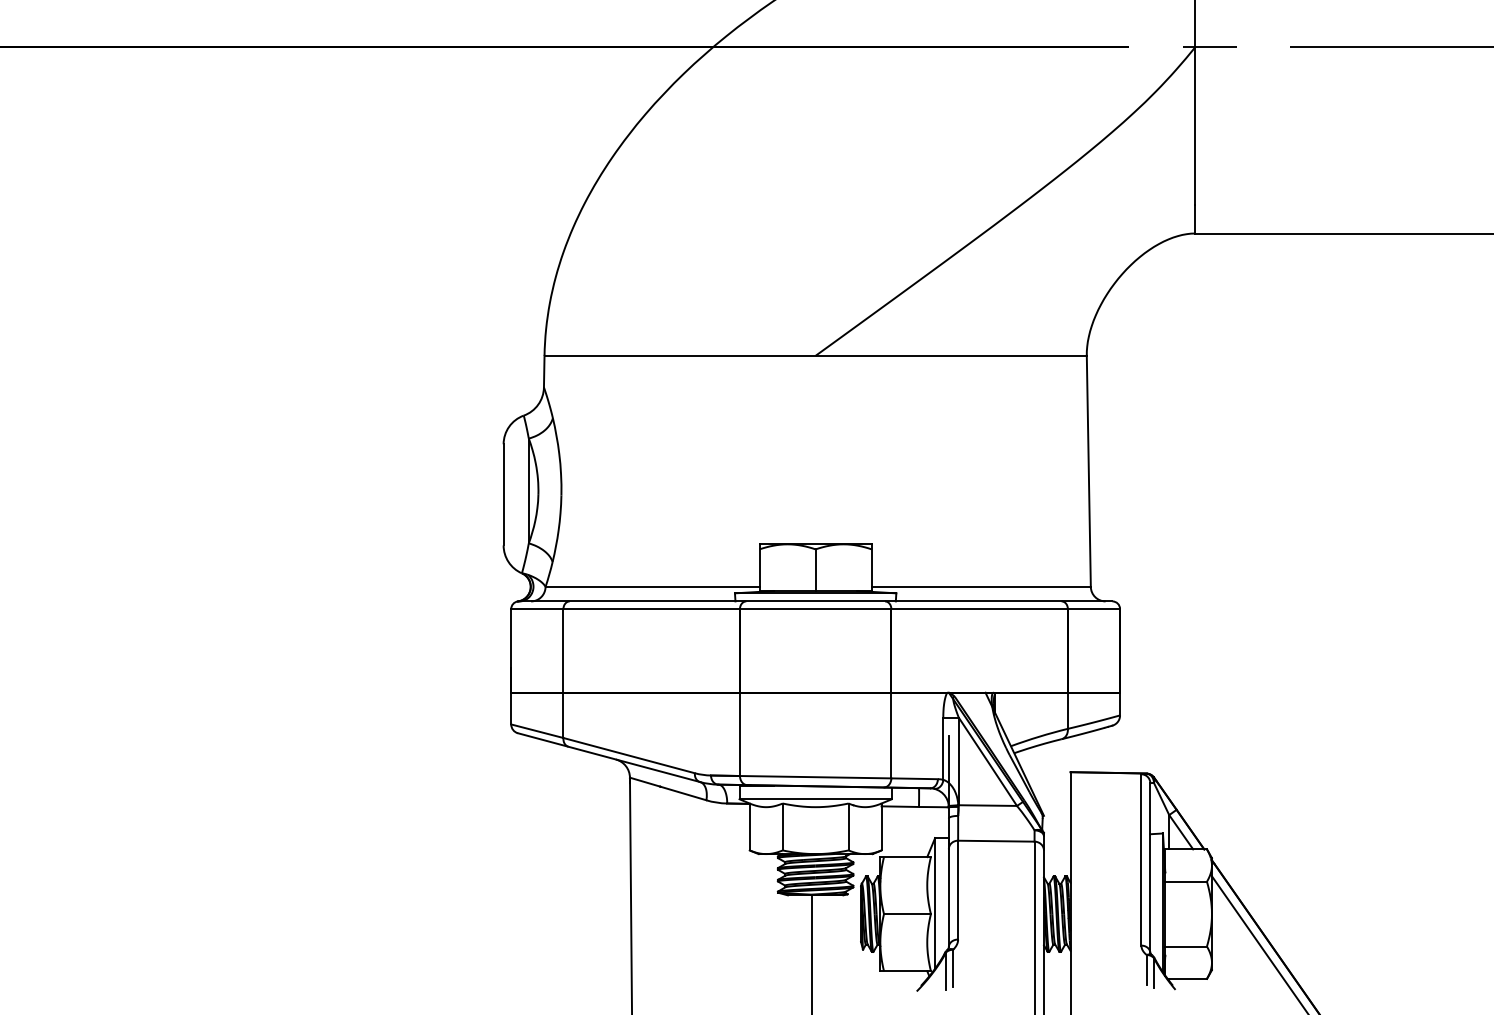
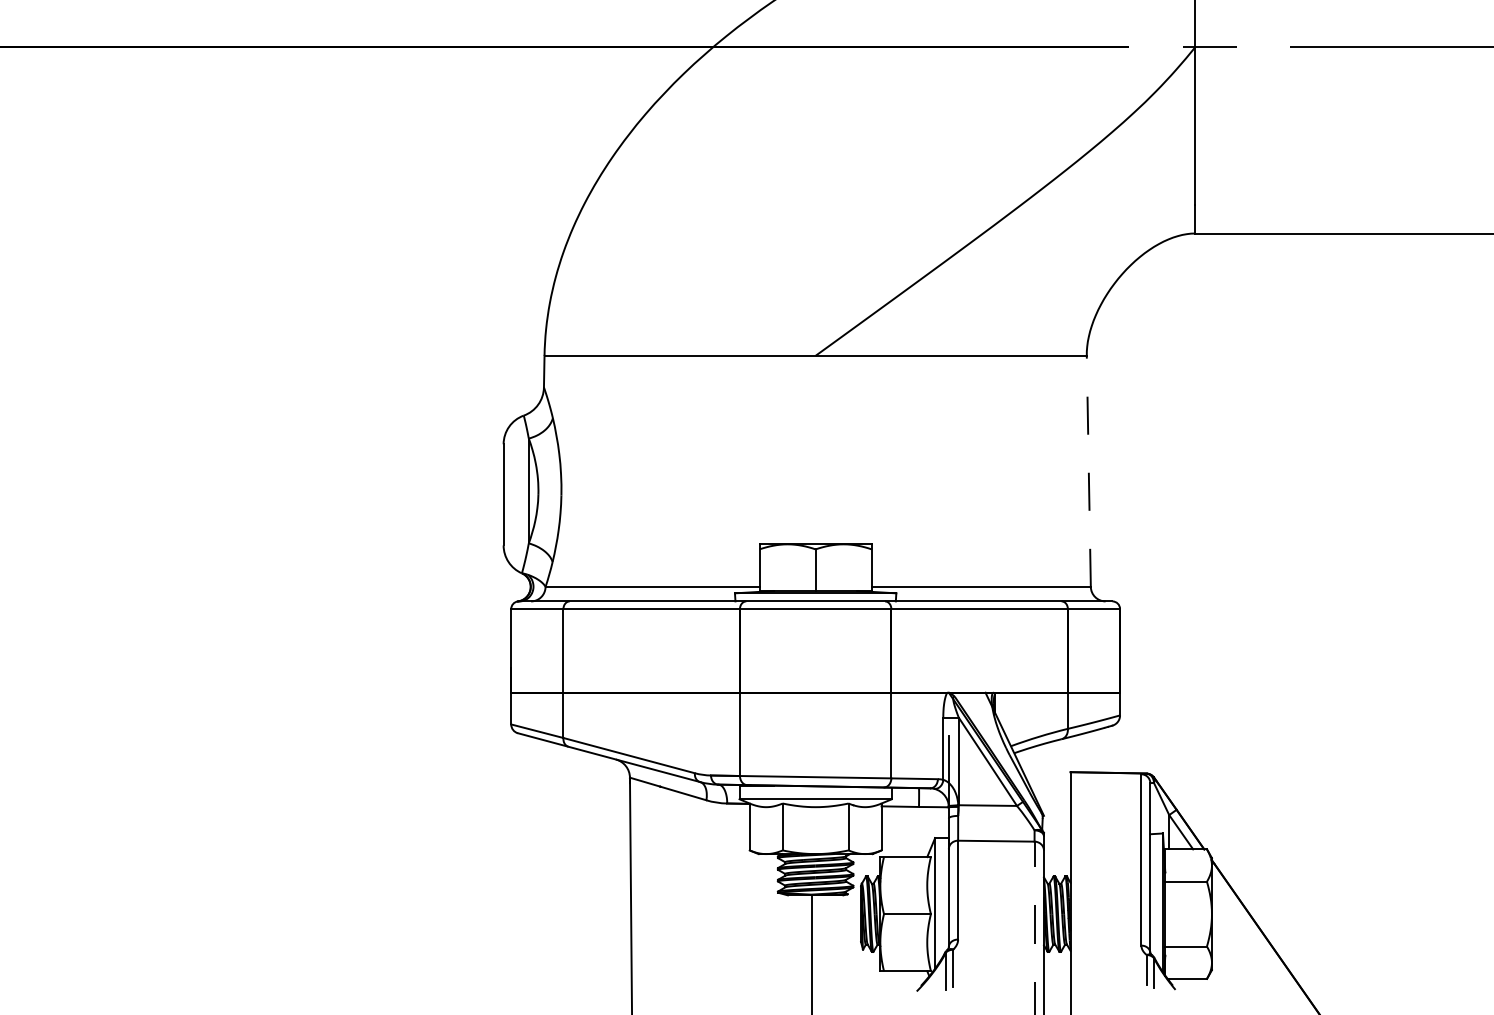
line at (1088, 471): solid -> dashed
line at (1034, 927): solid -> dashed
line at (1258, 943): present -> none
